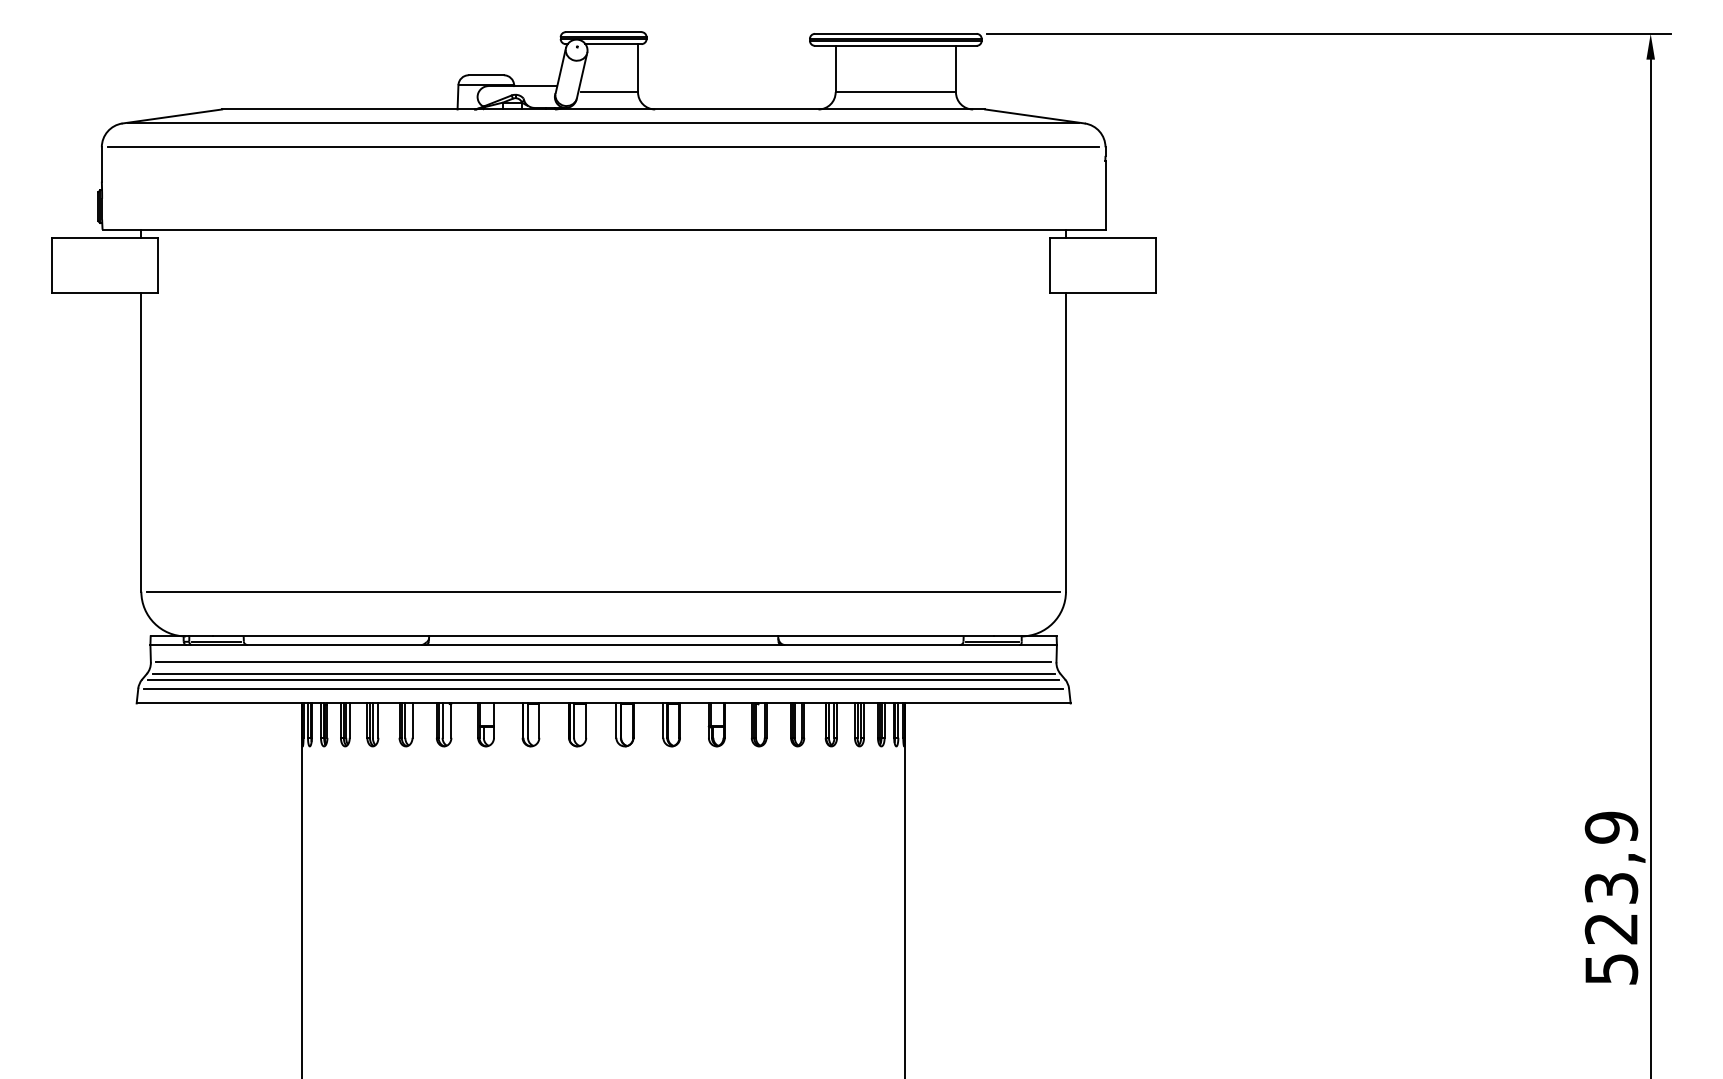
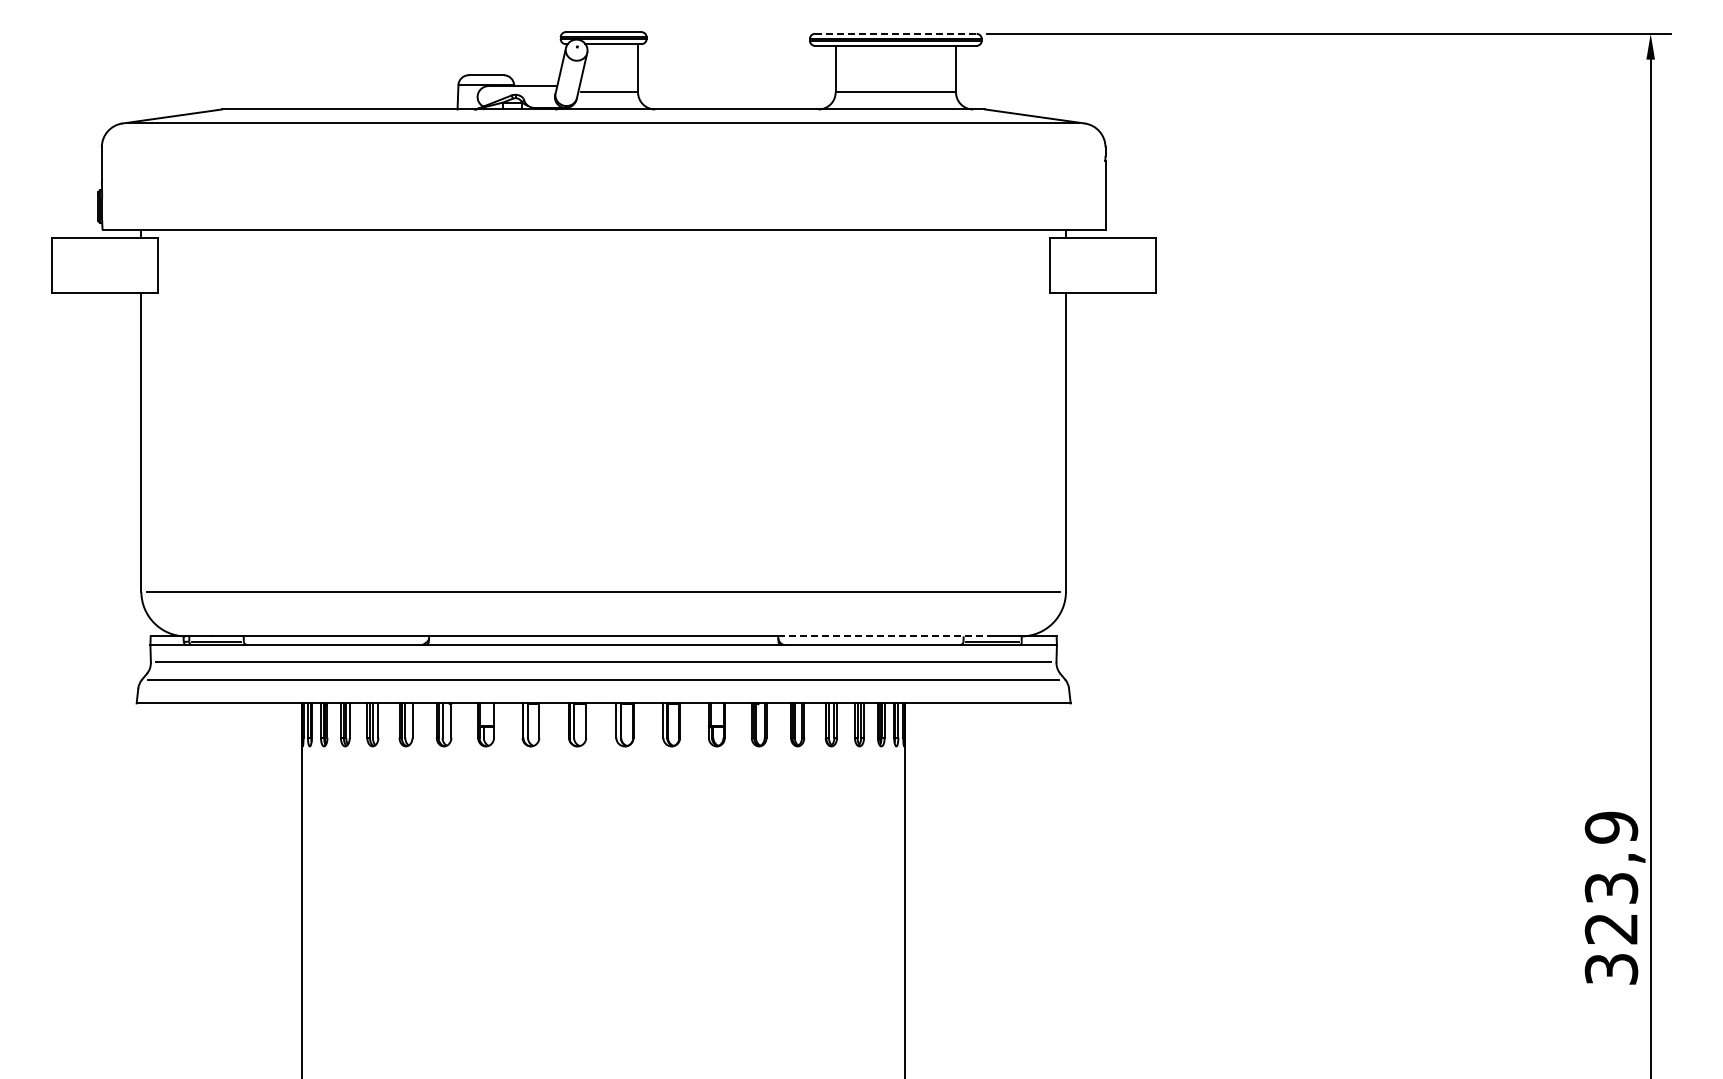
line at (895, 33): solid -> dashed
line at (603, 147): present -> none
line at (885, 636): solid -> dashed
line at (603, 673): present -> none
line at (603, 688): present -> none
text at (1610, 969): 523,9 -> 323,9
